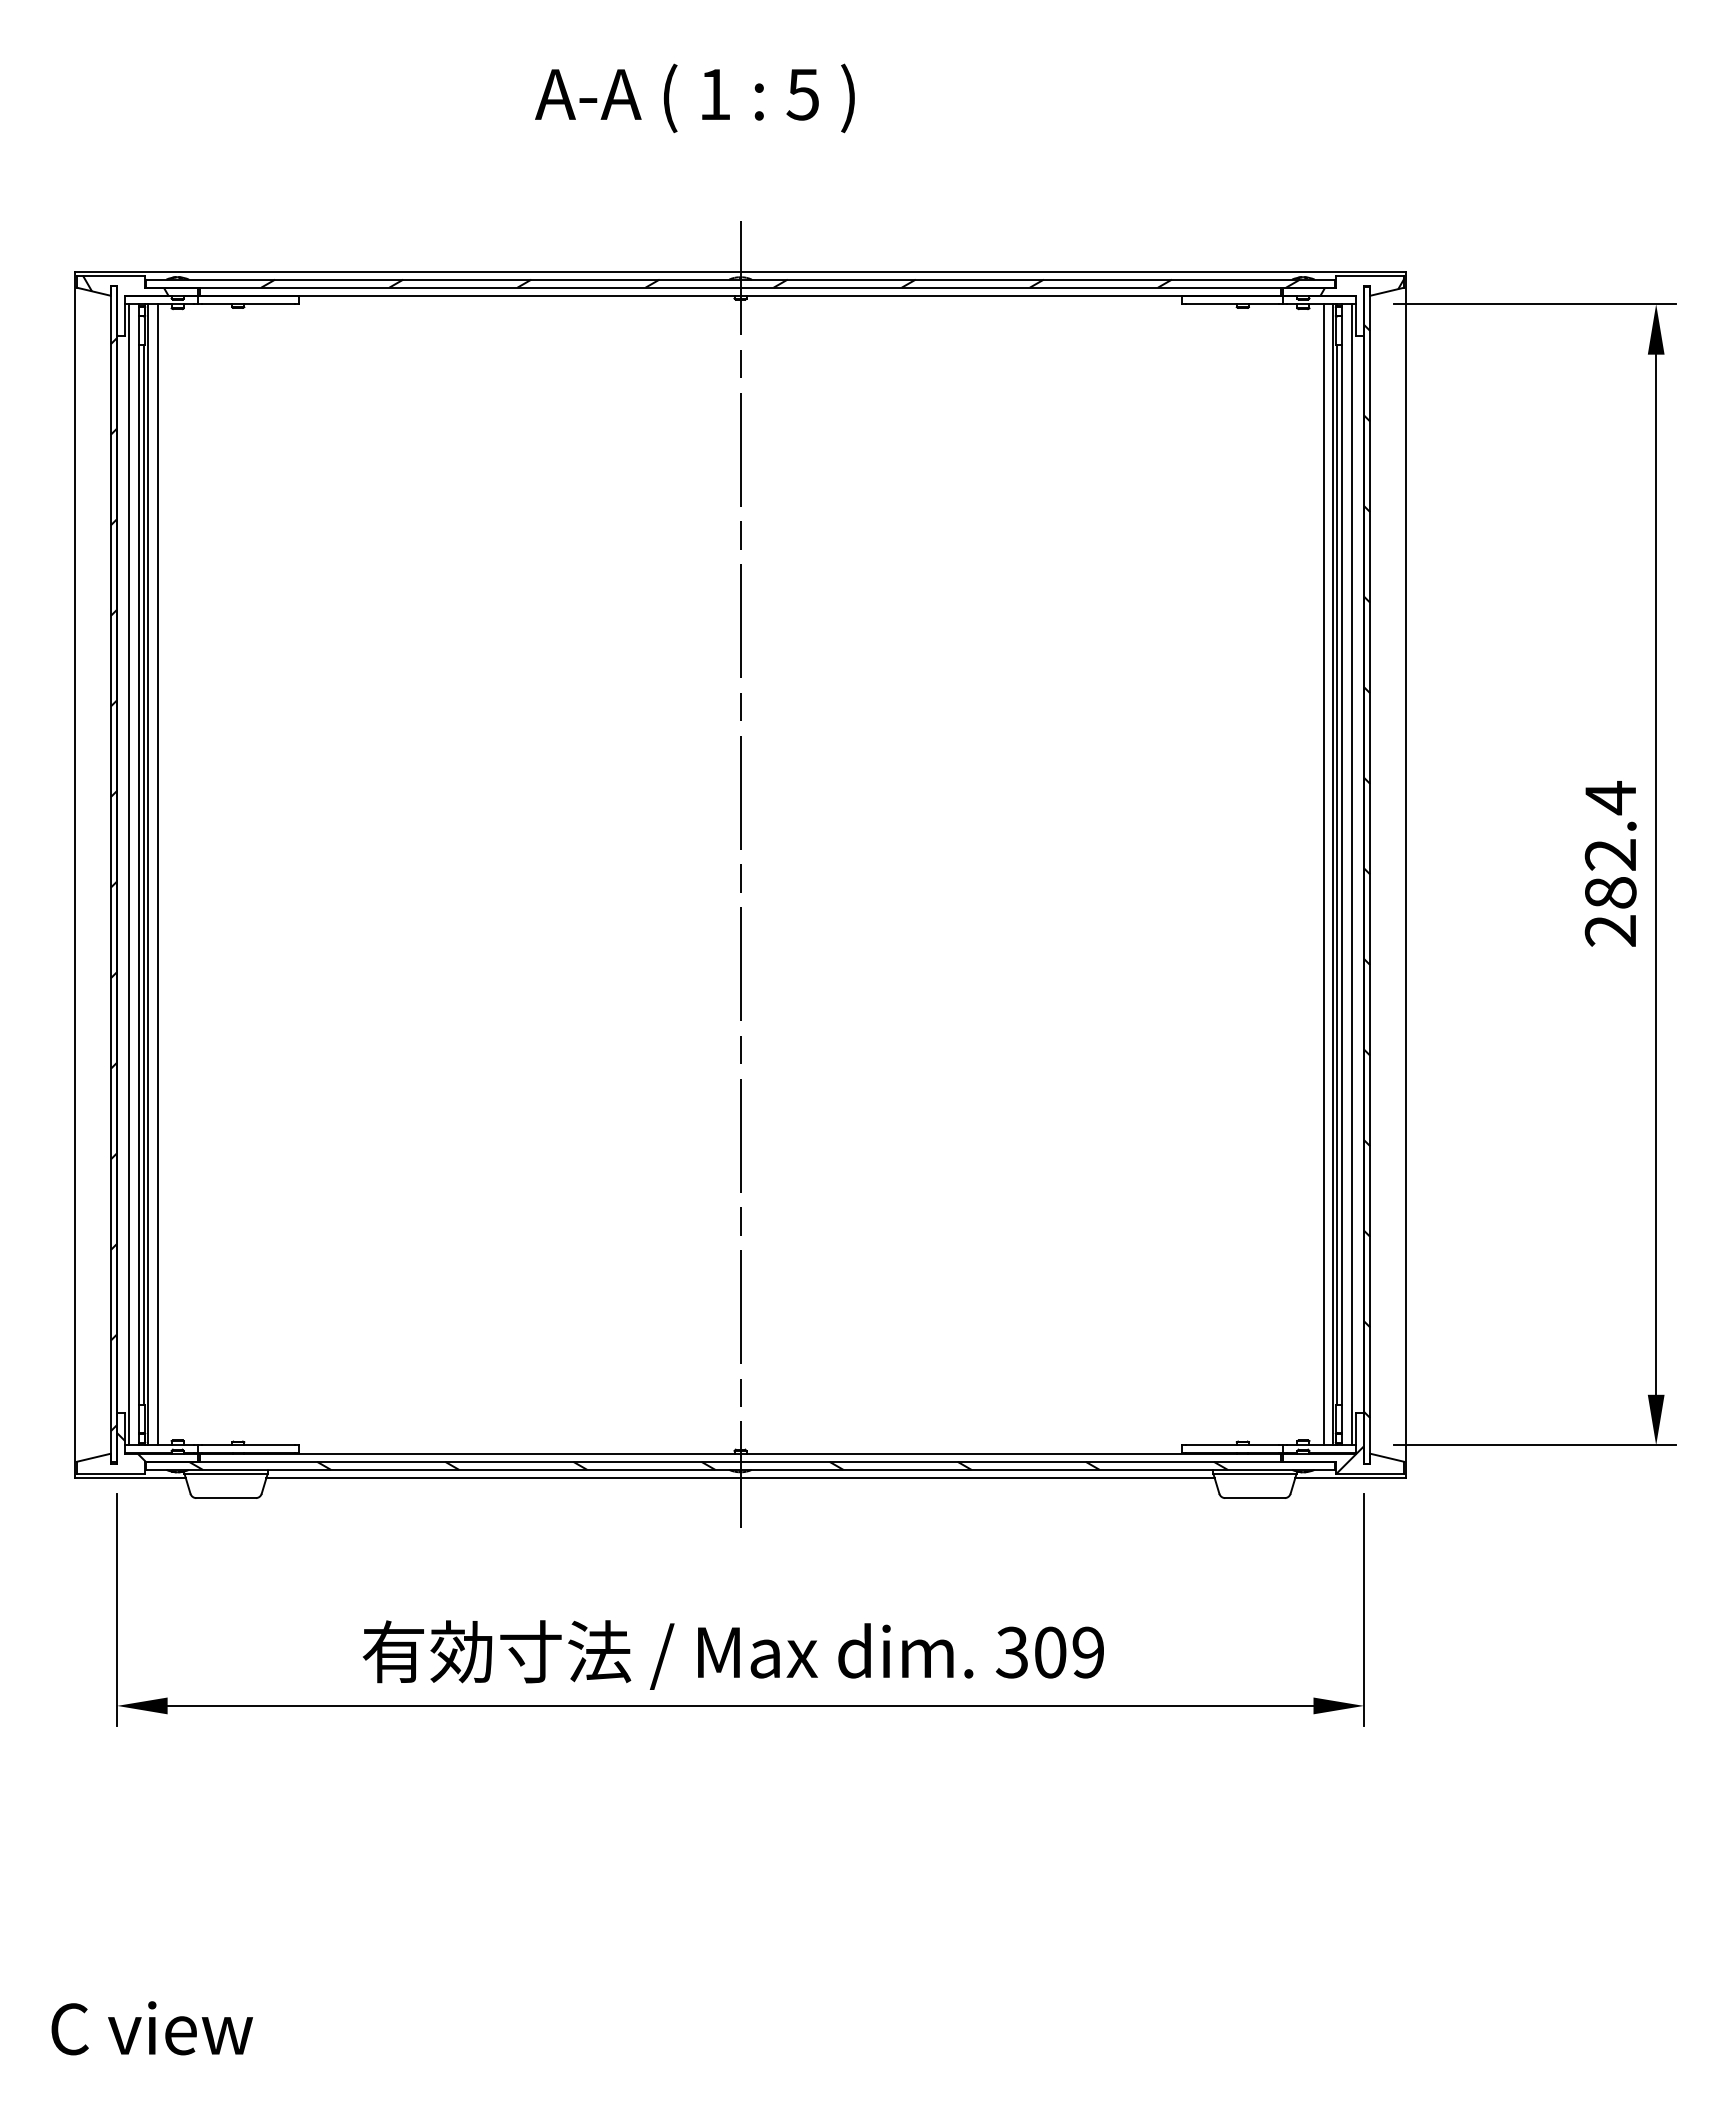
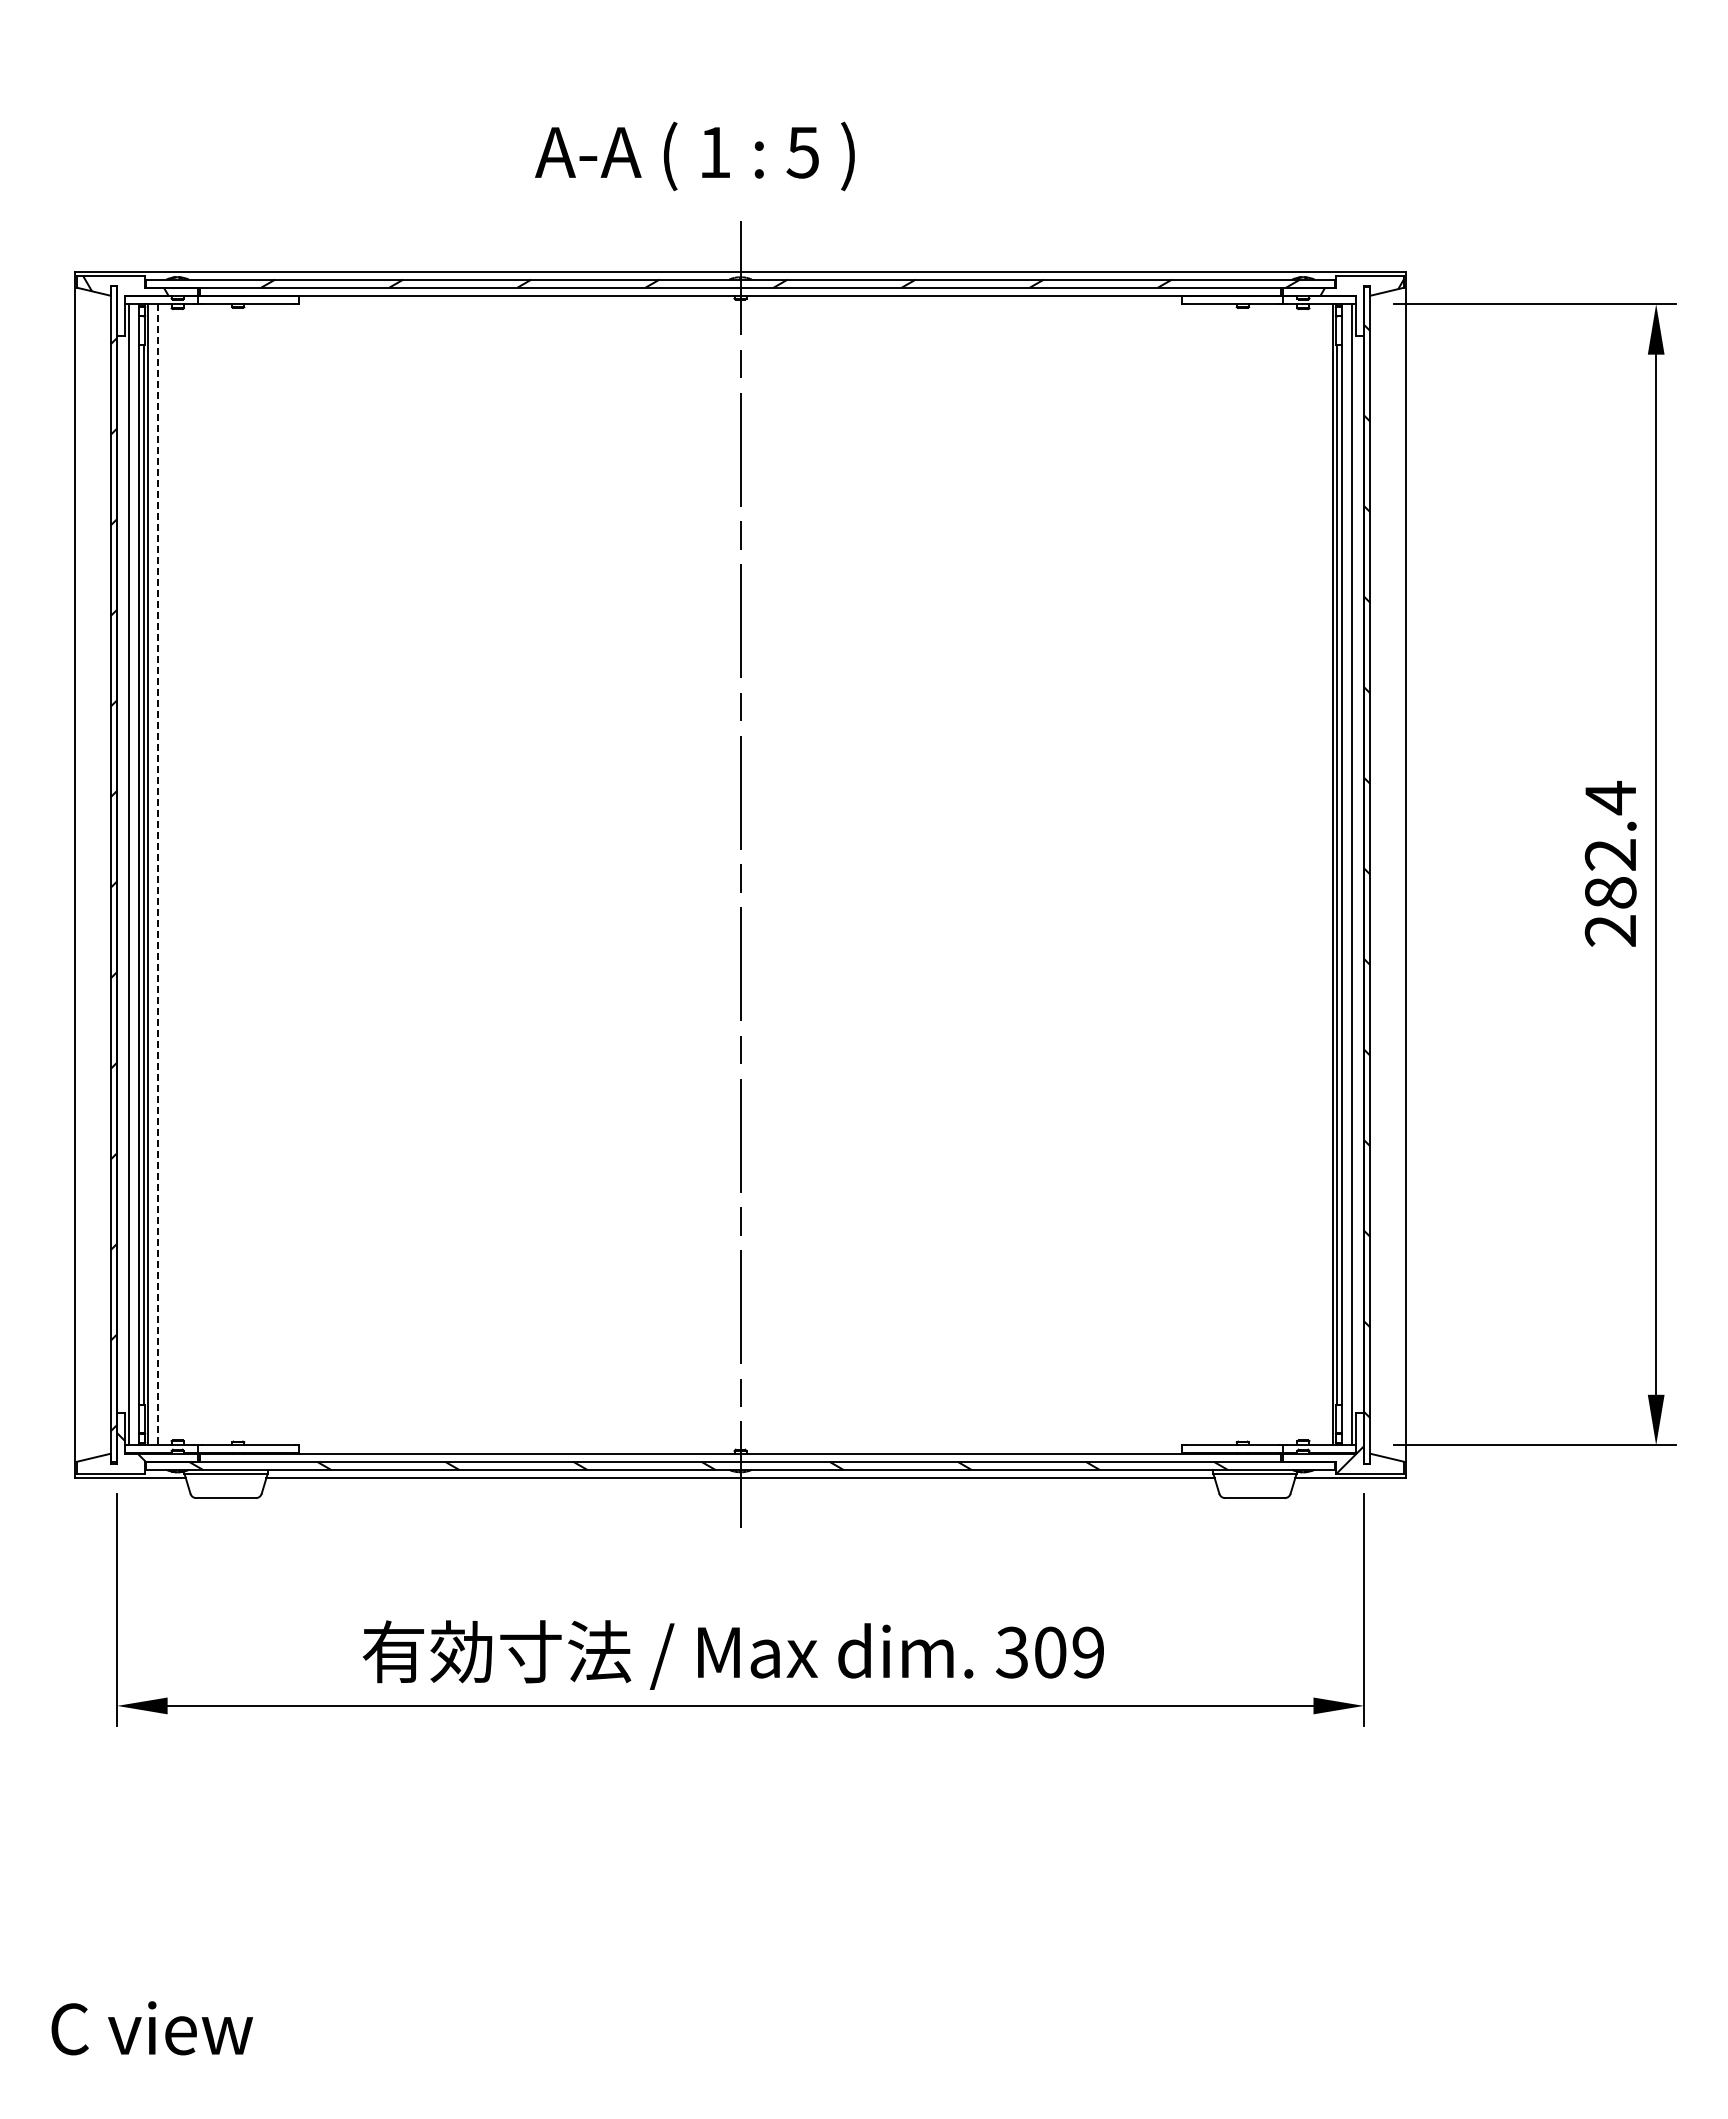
text at (694, 98) position: (694, 98) -> (694, 156)
line at (157, 874): solid -> dashed
line at (1323, 874): present -> none
